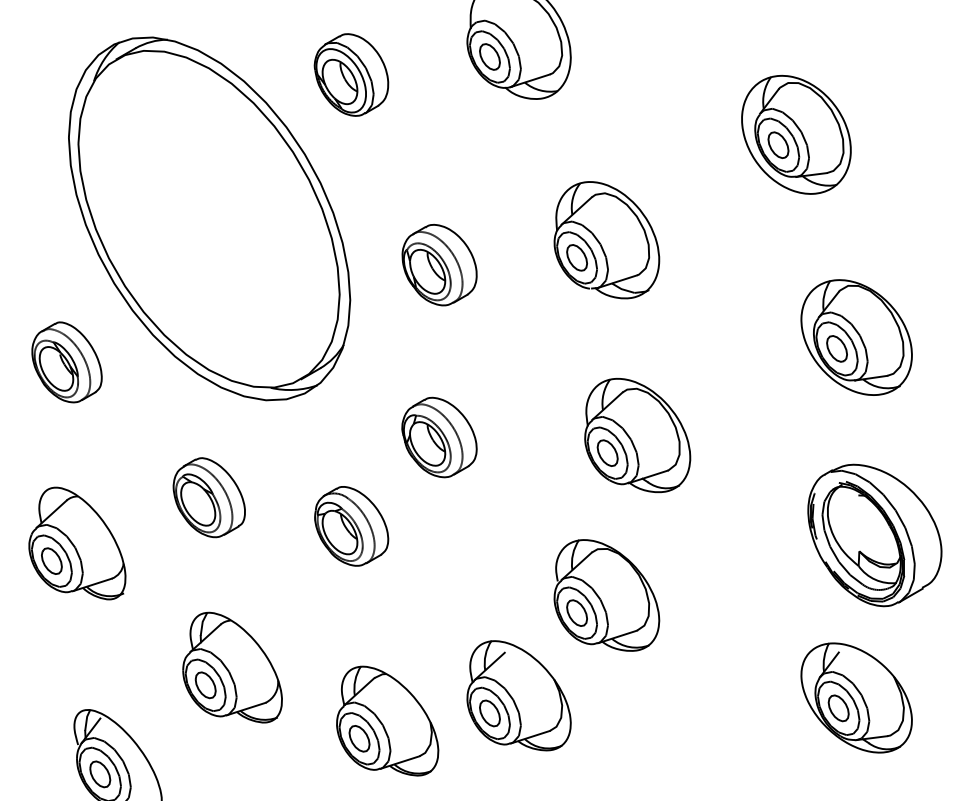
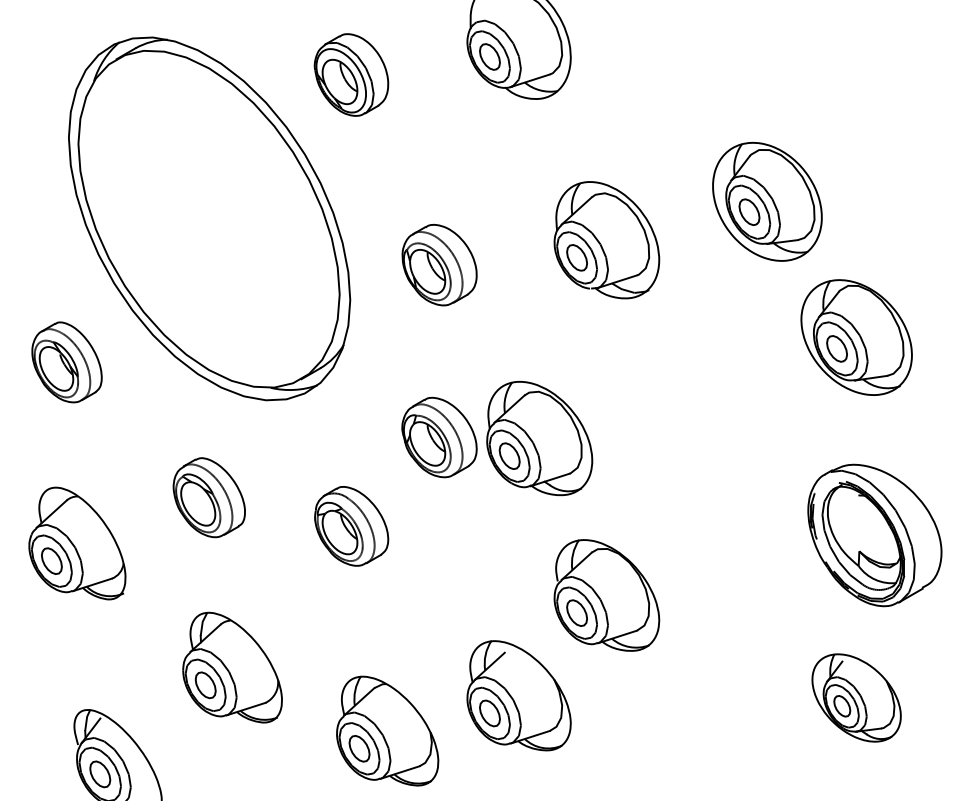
part at (796, 134) position: (796, 134) -> (767, 201)
part at (637, 435) position: (637, 435) -> (539, 438)
part at (856, 697) size: 113x112 px -> 91x90 px
part at (387, 720) position: (387, 720) -> (387, 730)
